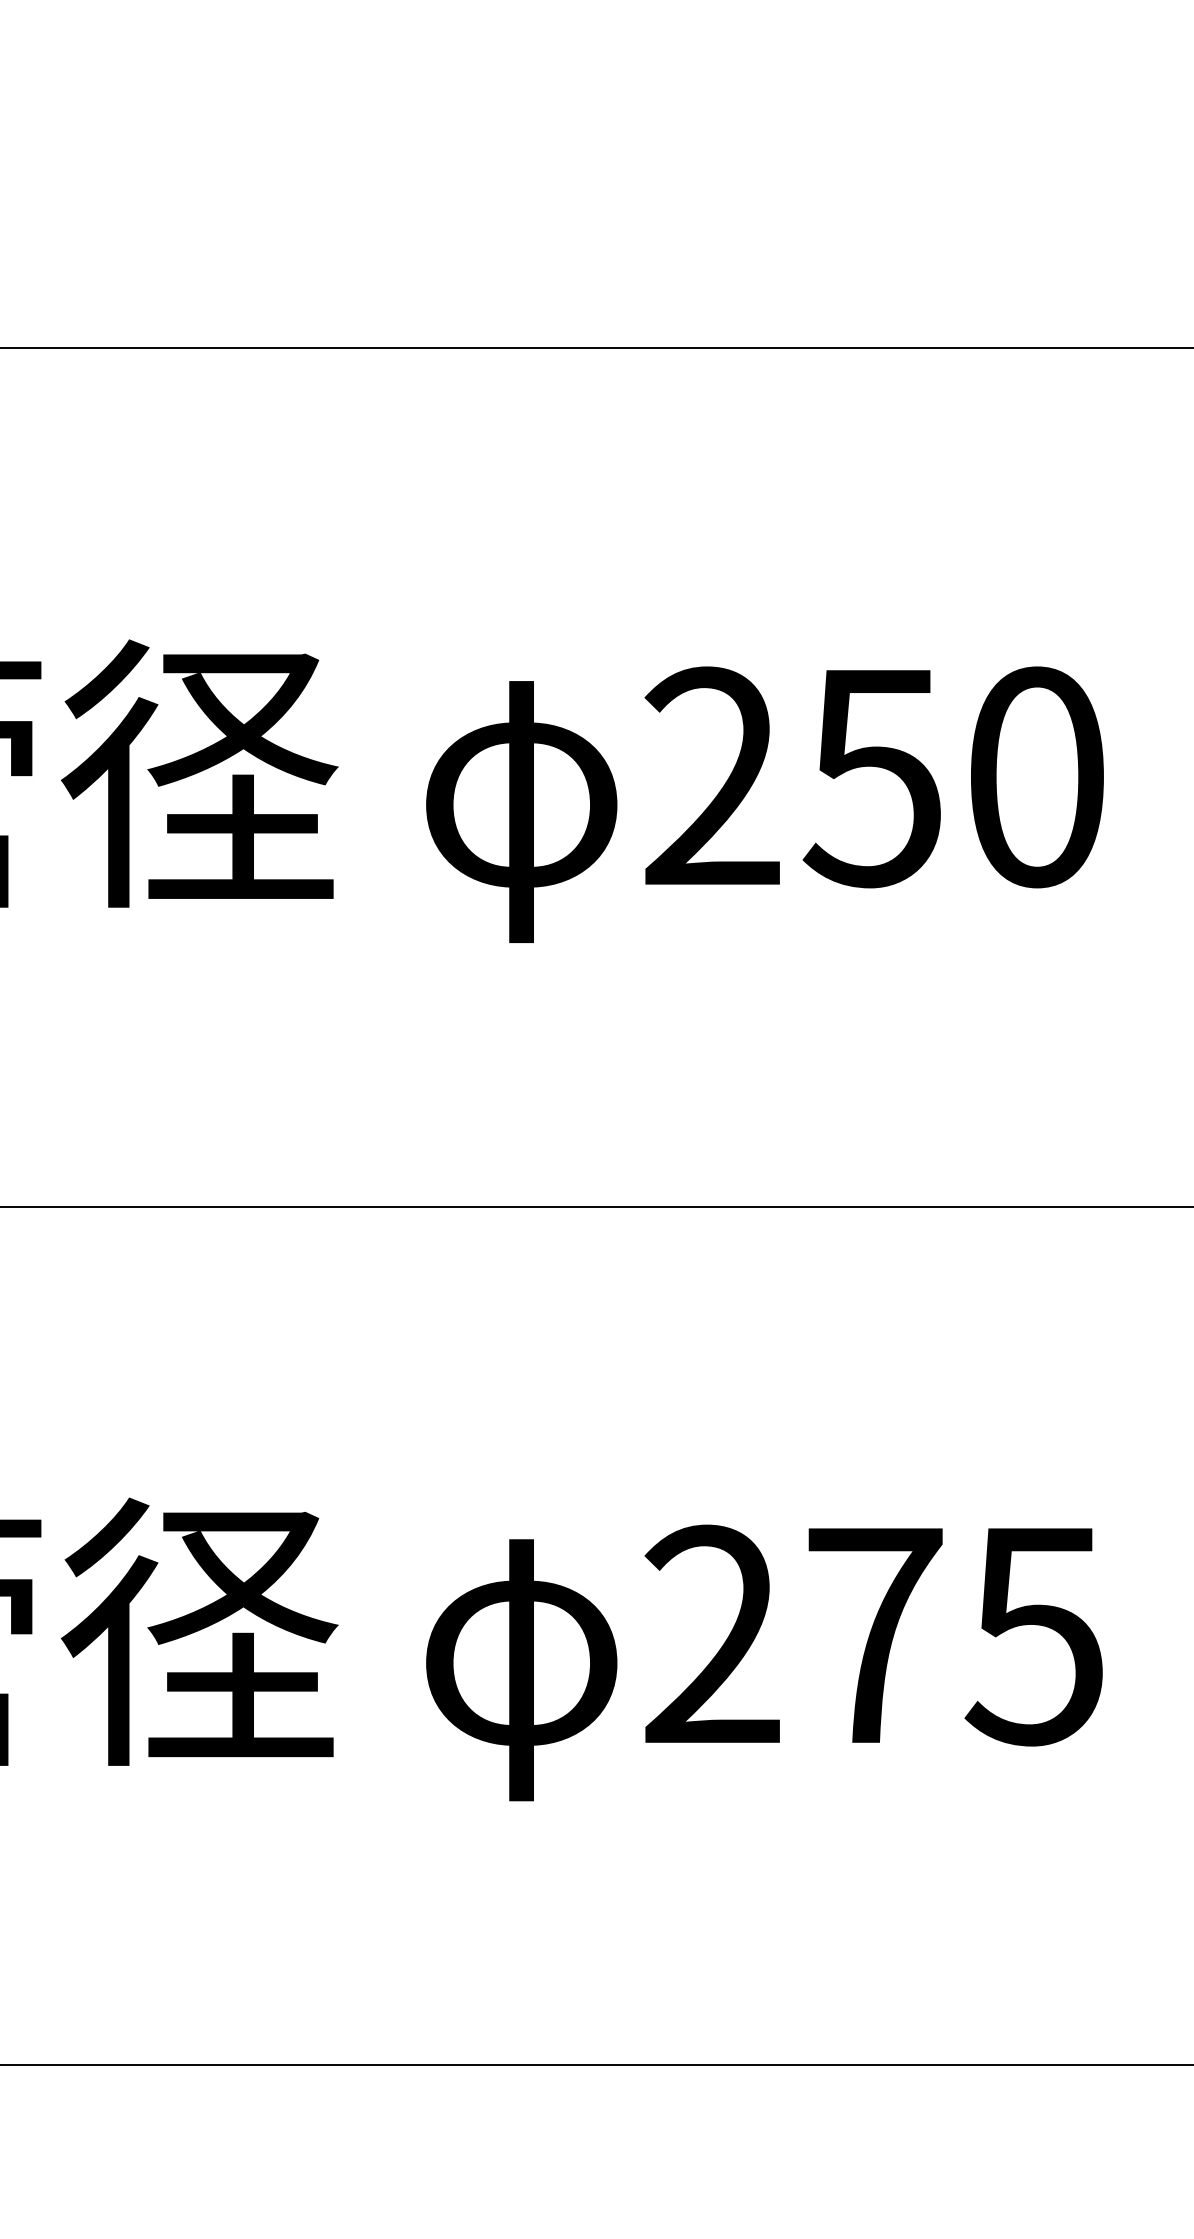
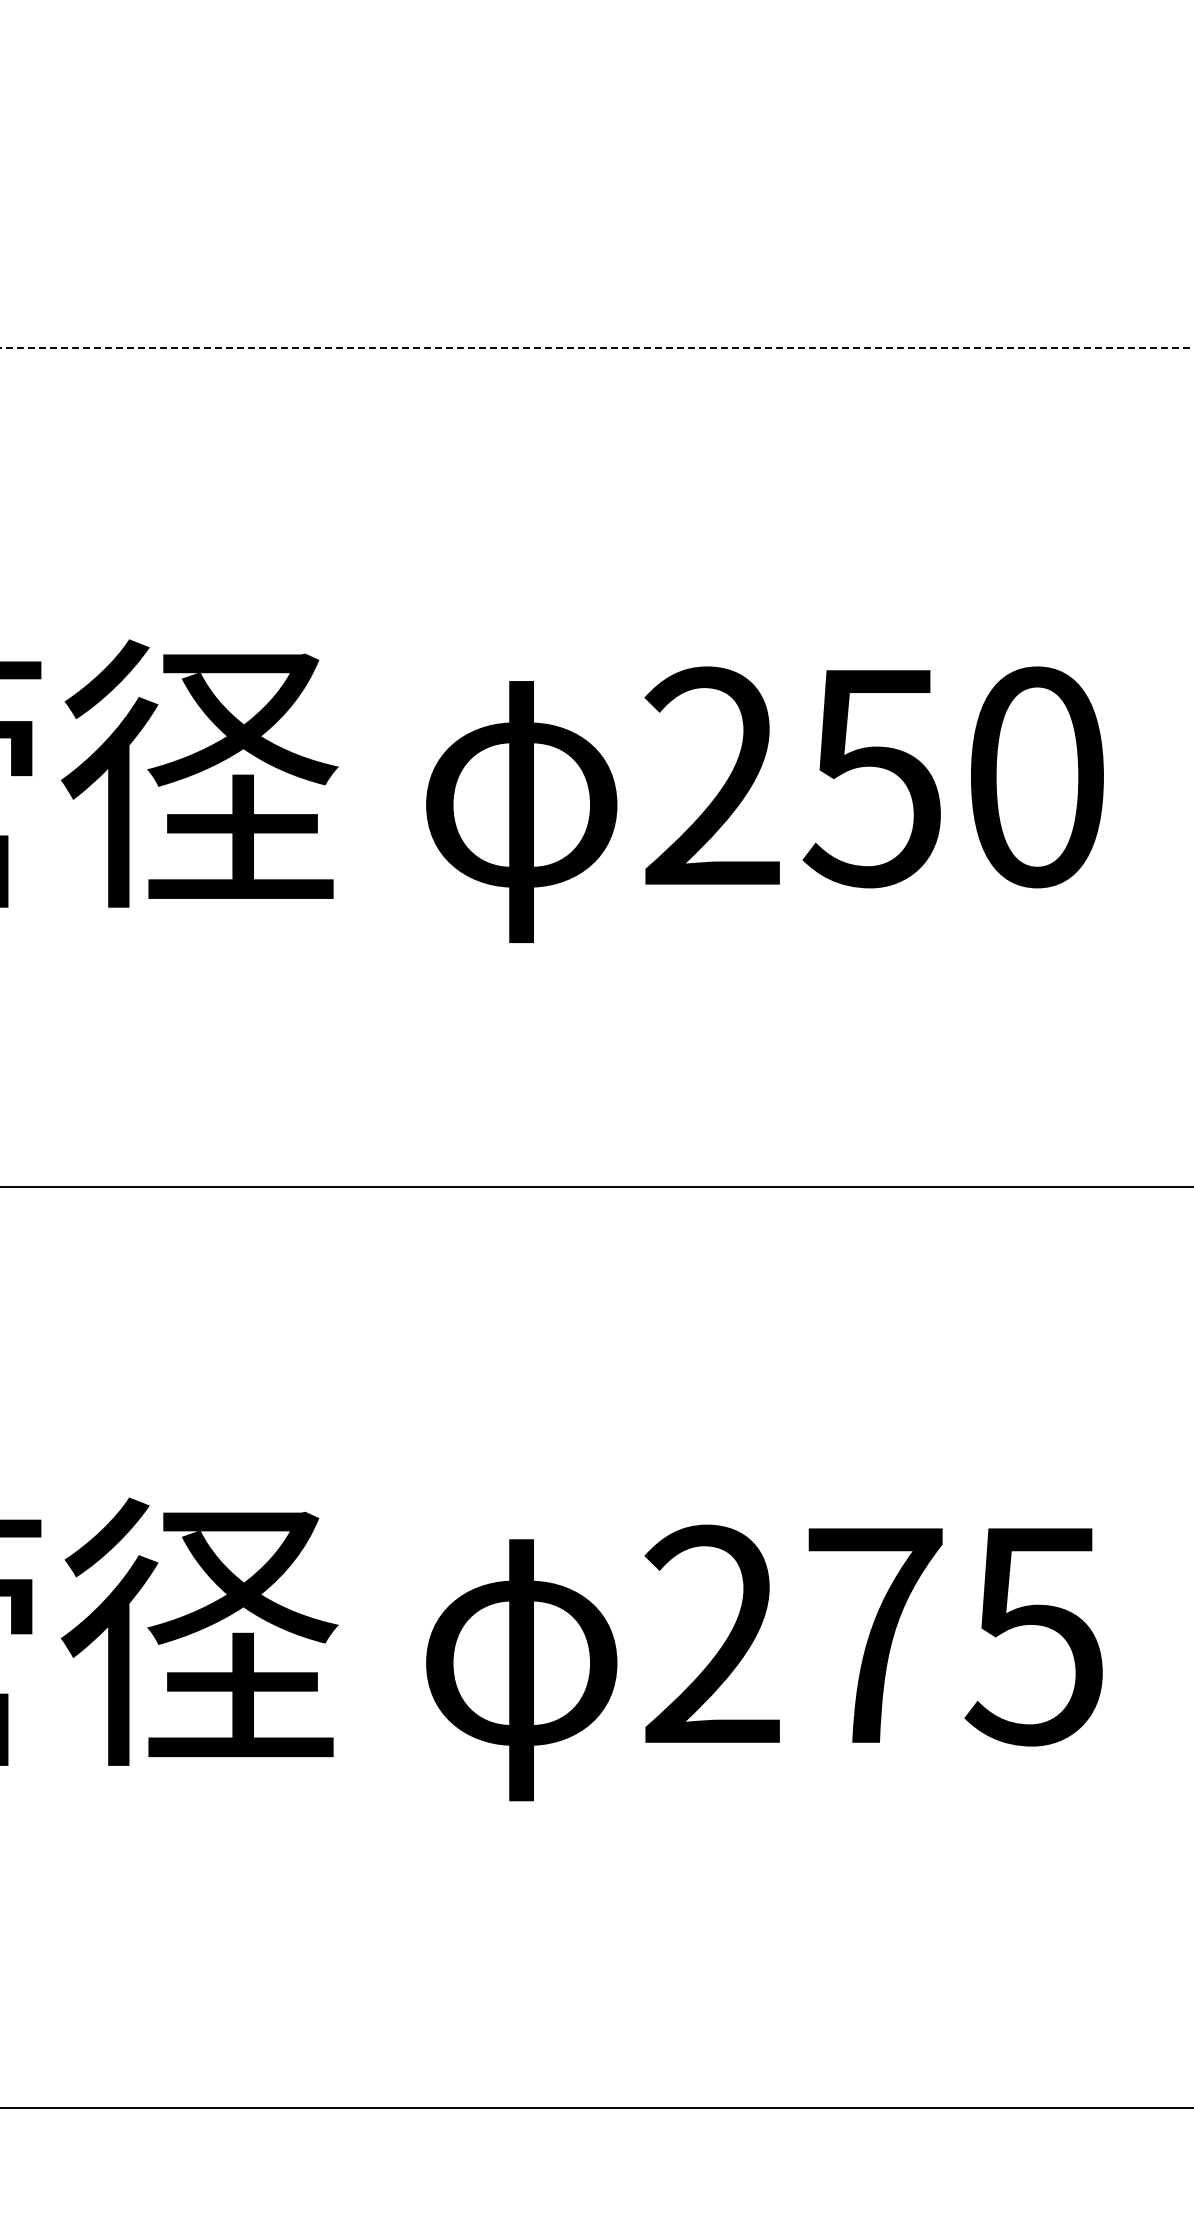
line at (597, 348): solid -> dashed
line at (596, 1206) position: (596, 1206) -> (596, 1186)
line at (596, 2064) position: (596, 2064) -> (596, 2107)
